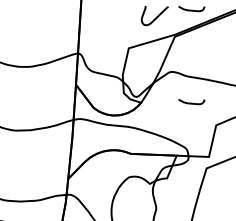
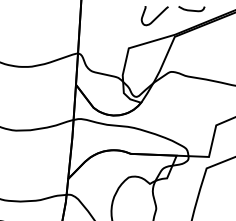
curve at (191, 102): present -> none
